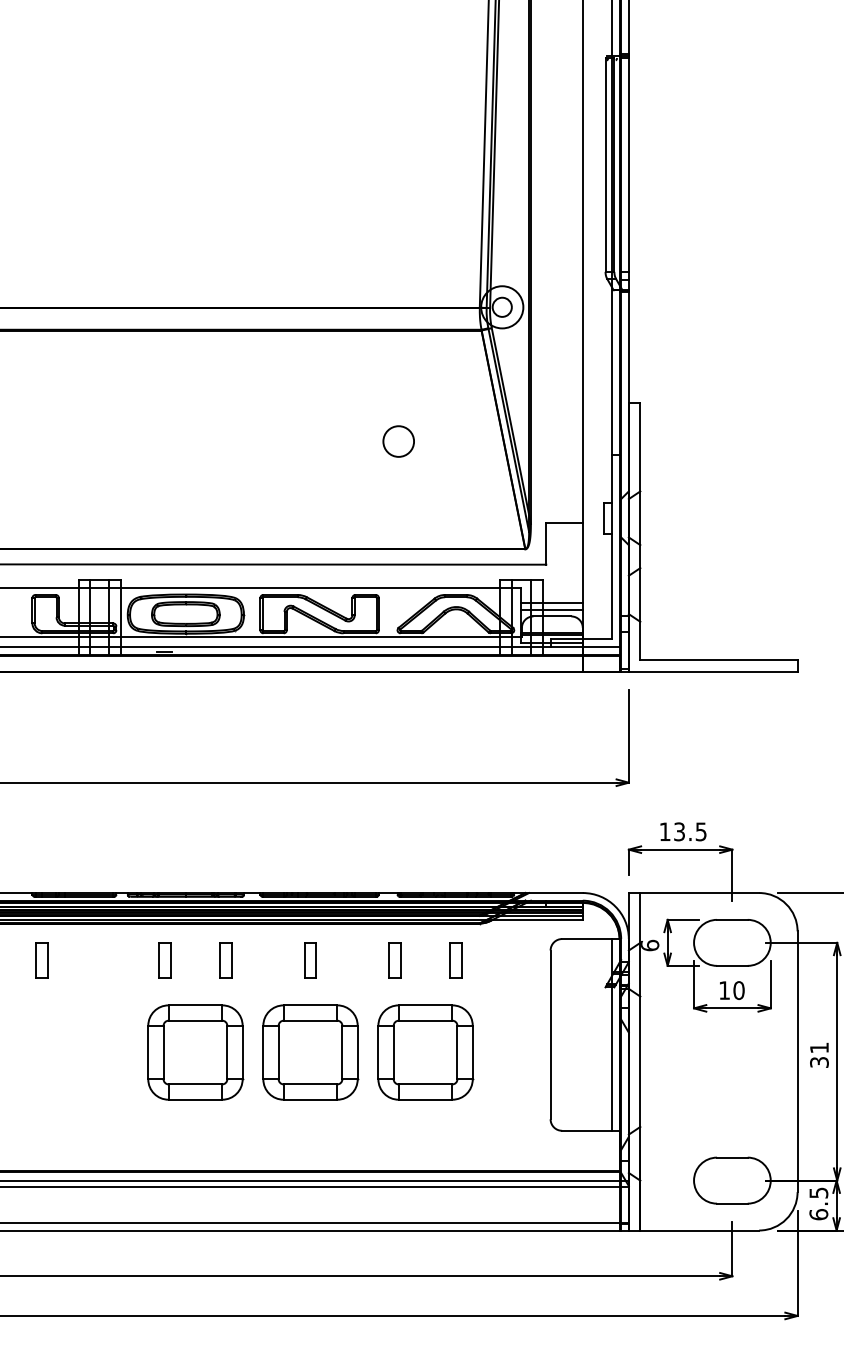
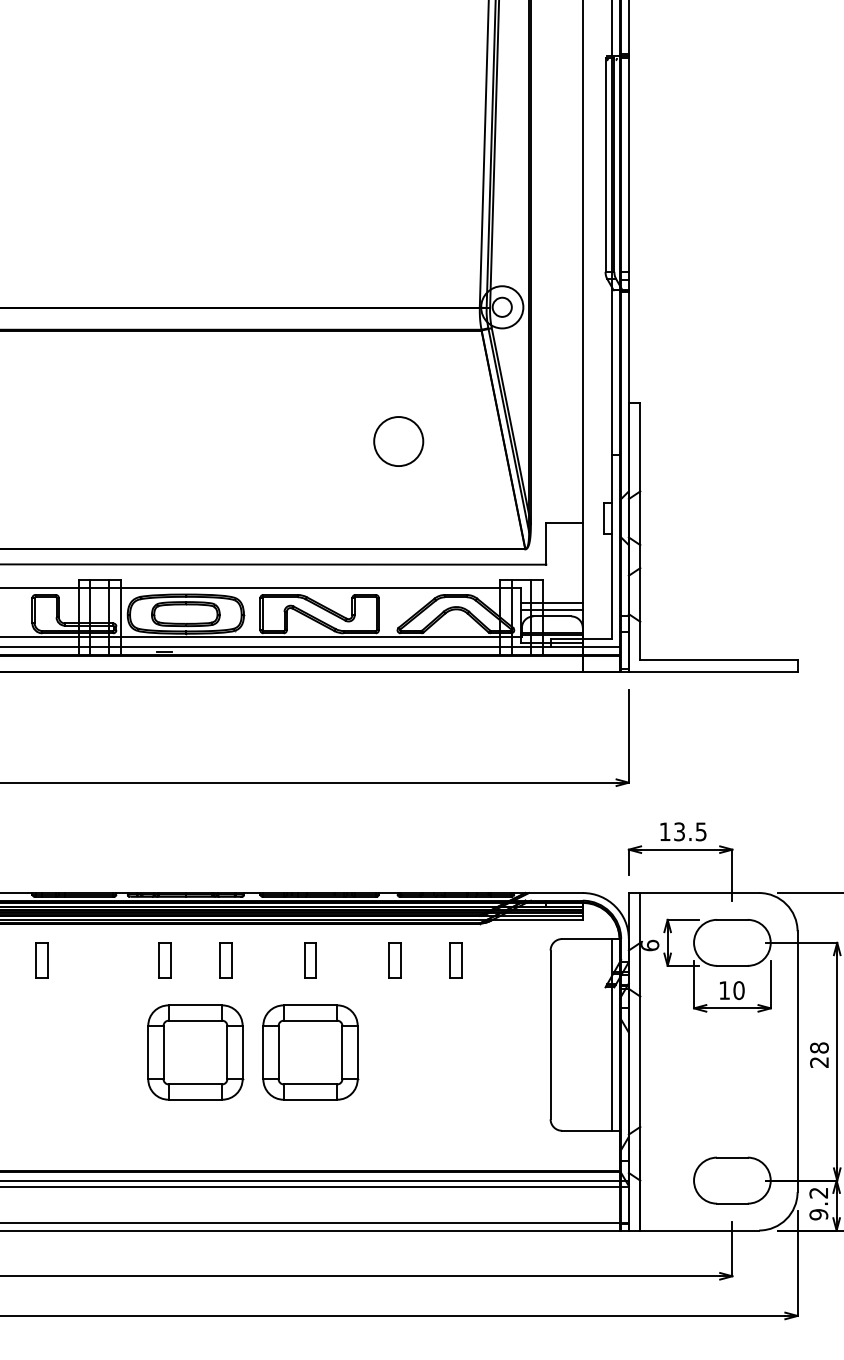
circle at (398, 441) diameter: 31 px -> 49 px
part at (425, 1052): present -> none
text at (819, 1054): 31 -> 28
text at (818, 1203): 6.5 -> 9.2
